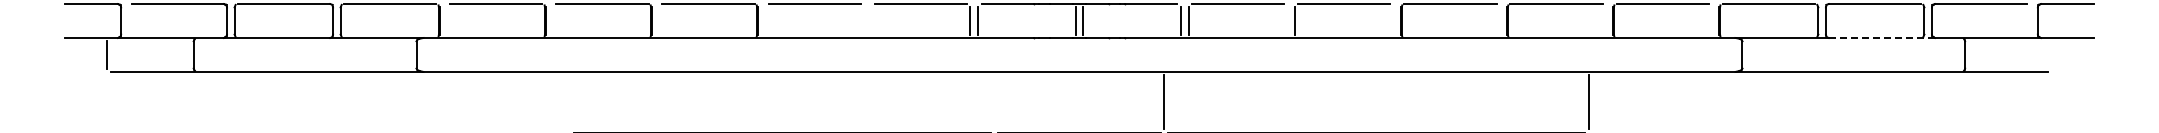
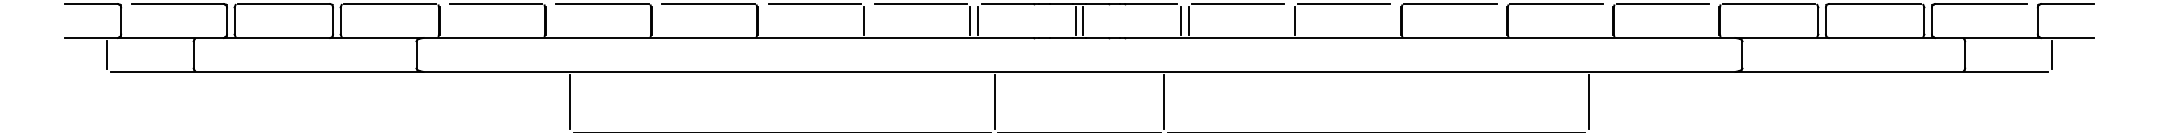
line at (864, 20): none -> present
line at (1881, 37): dashed -> solid
line at (2051, 54): none -> present
line at (570, 101): none -> present
line at (994, 101): none -> present
